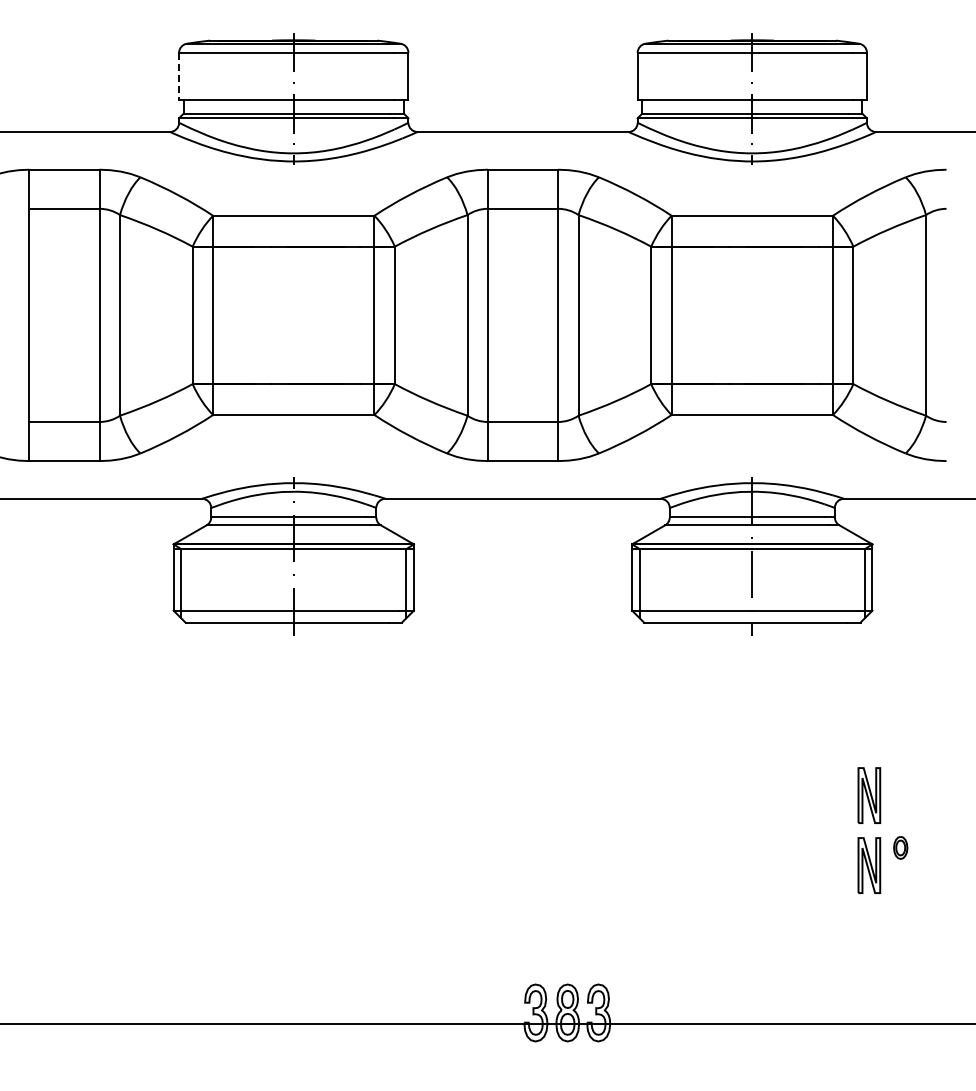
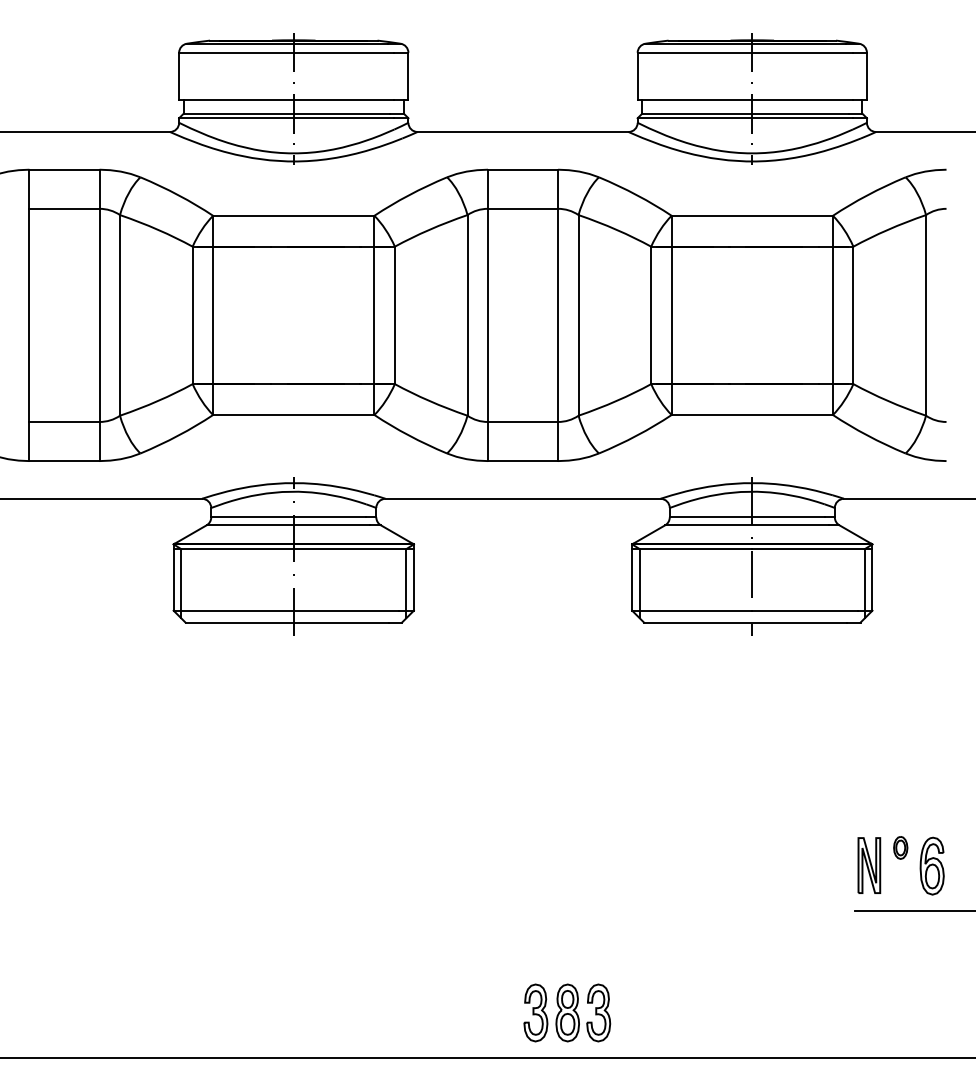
line at (179, 76): dashed -> solid
part at (869, 795): present -> none
part at (931, 865): none -> present
line at (913, 911): none -> present
line at (487, 1024) position: (487, 1024) -> (487, 1058)
